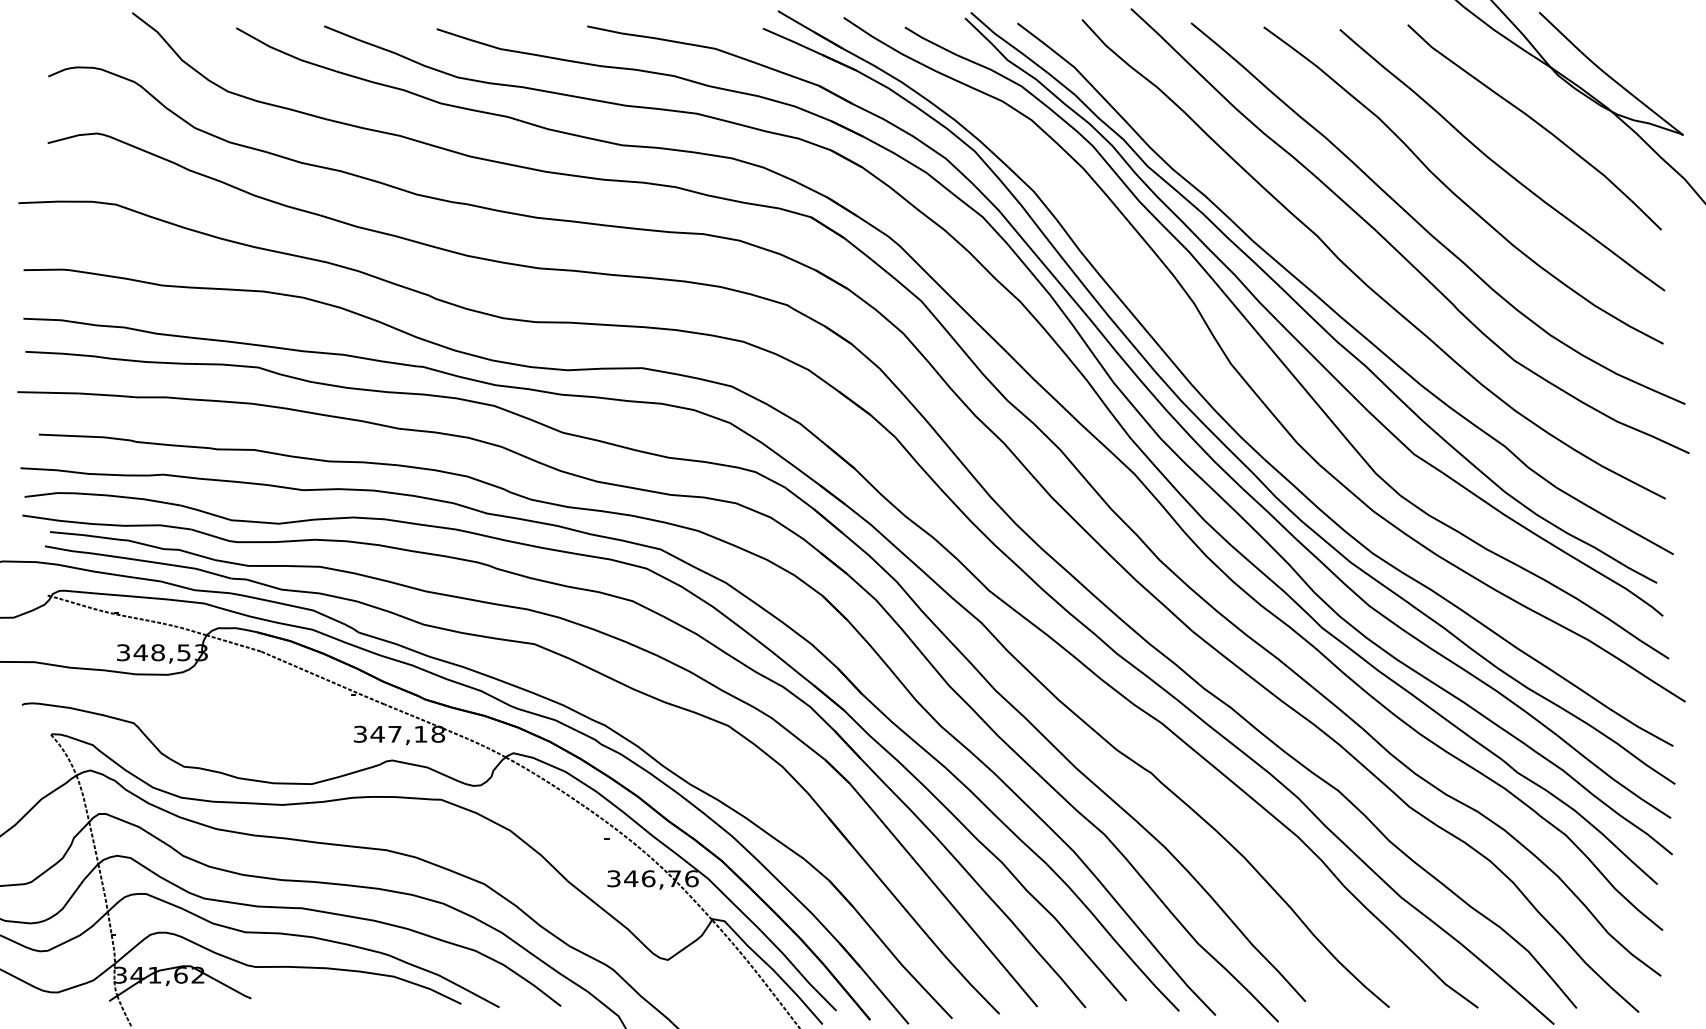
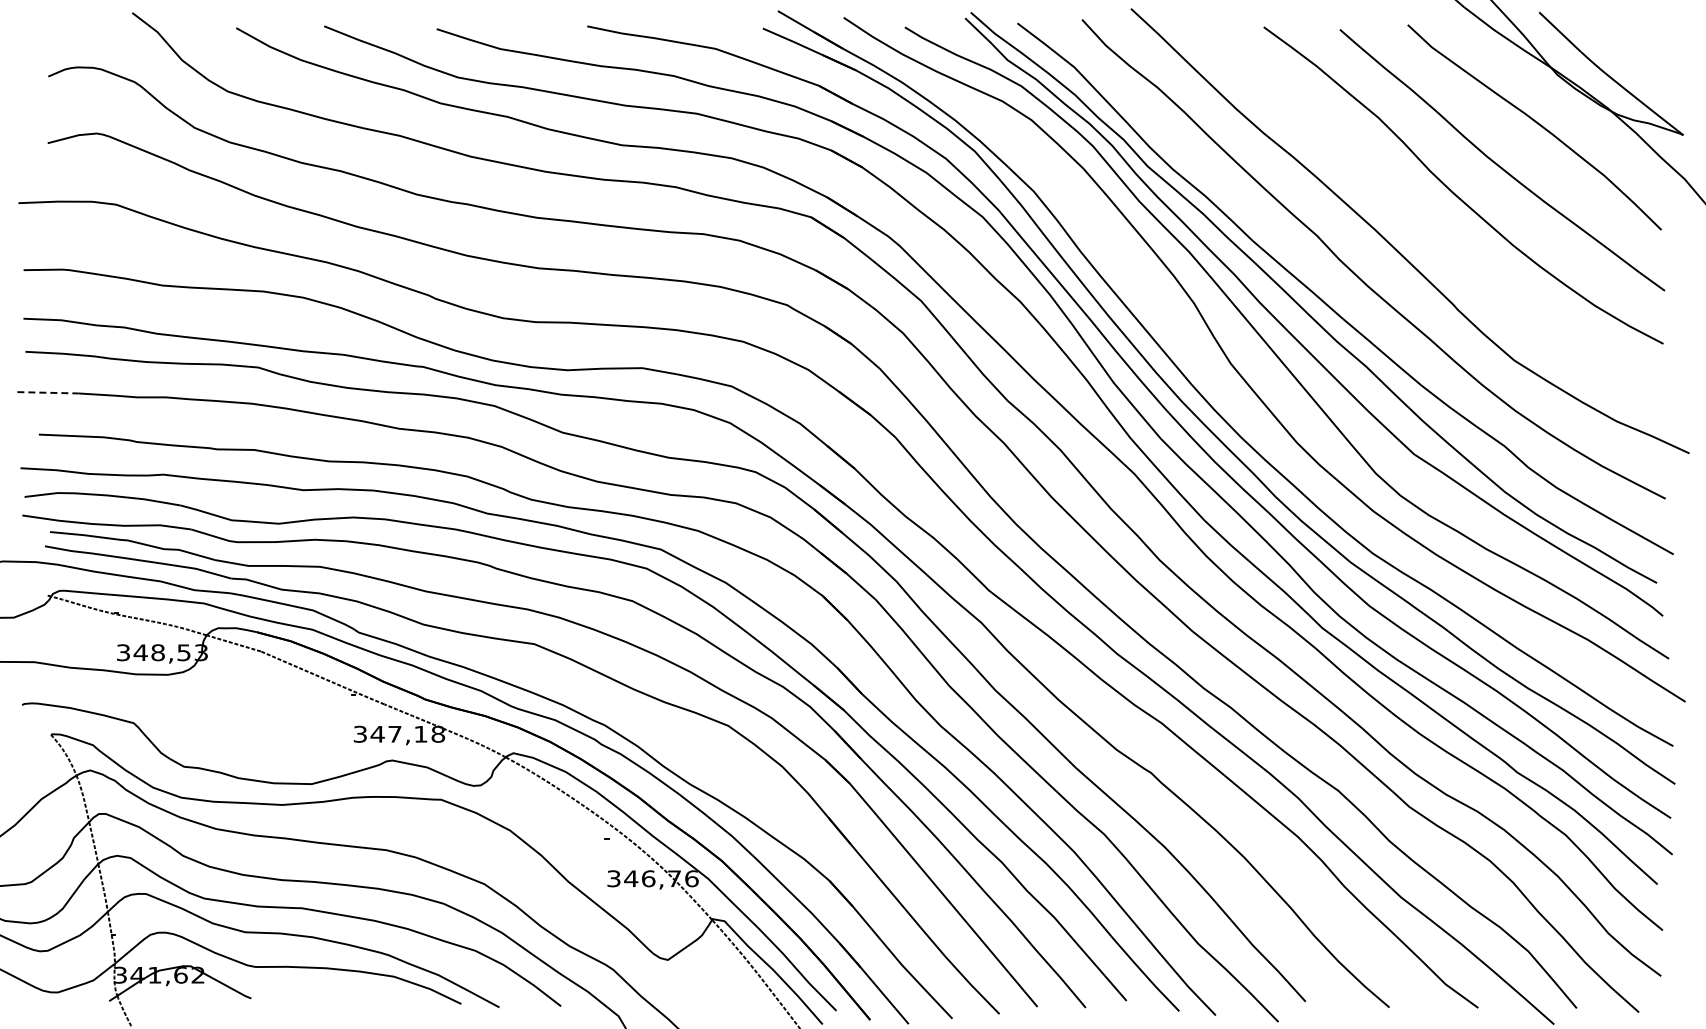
curve at (1423, 226): present -> none
line at (48, 392): solid -> dashed
